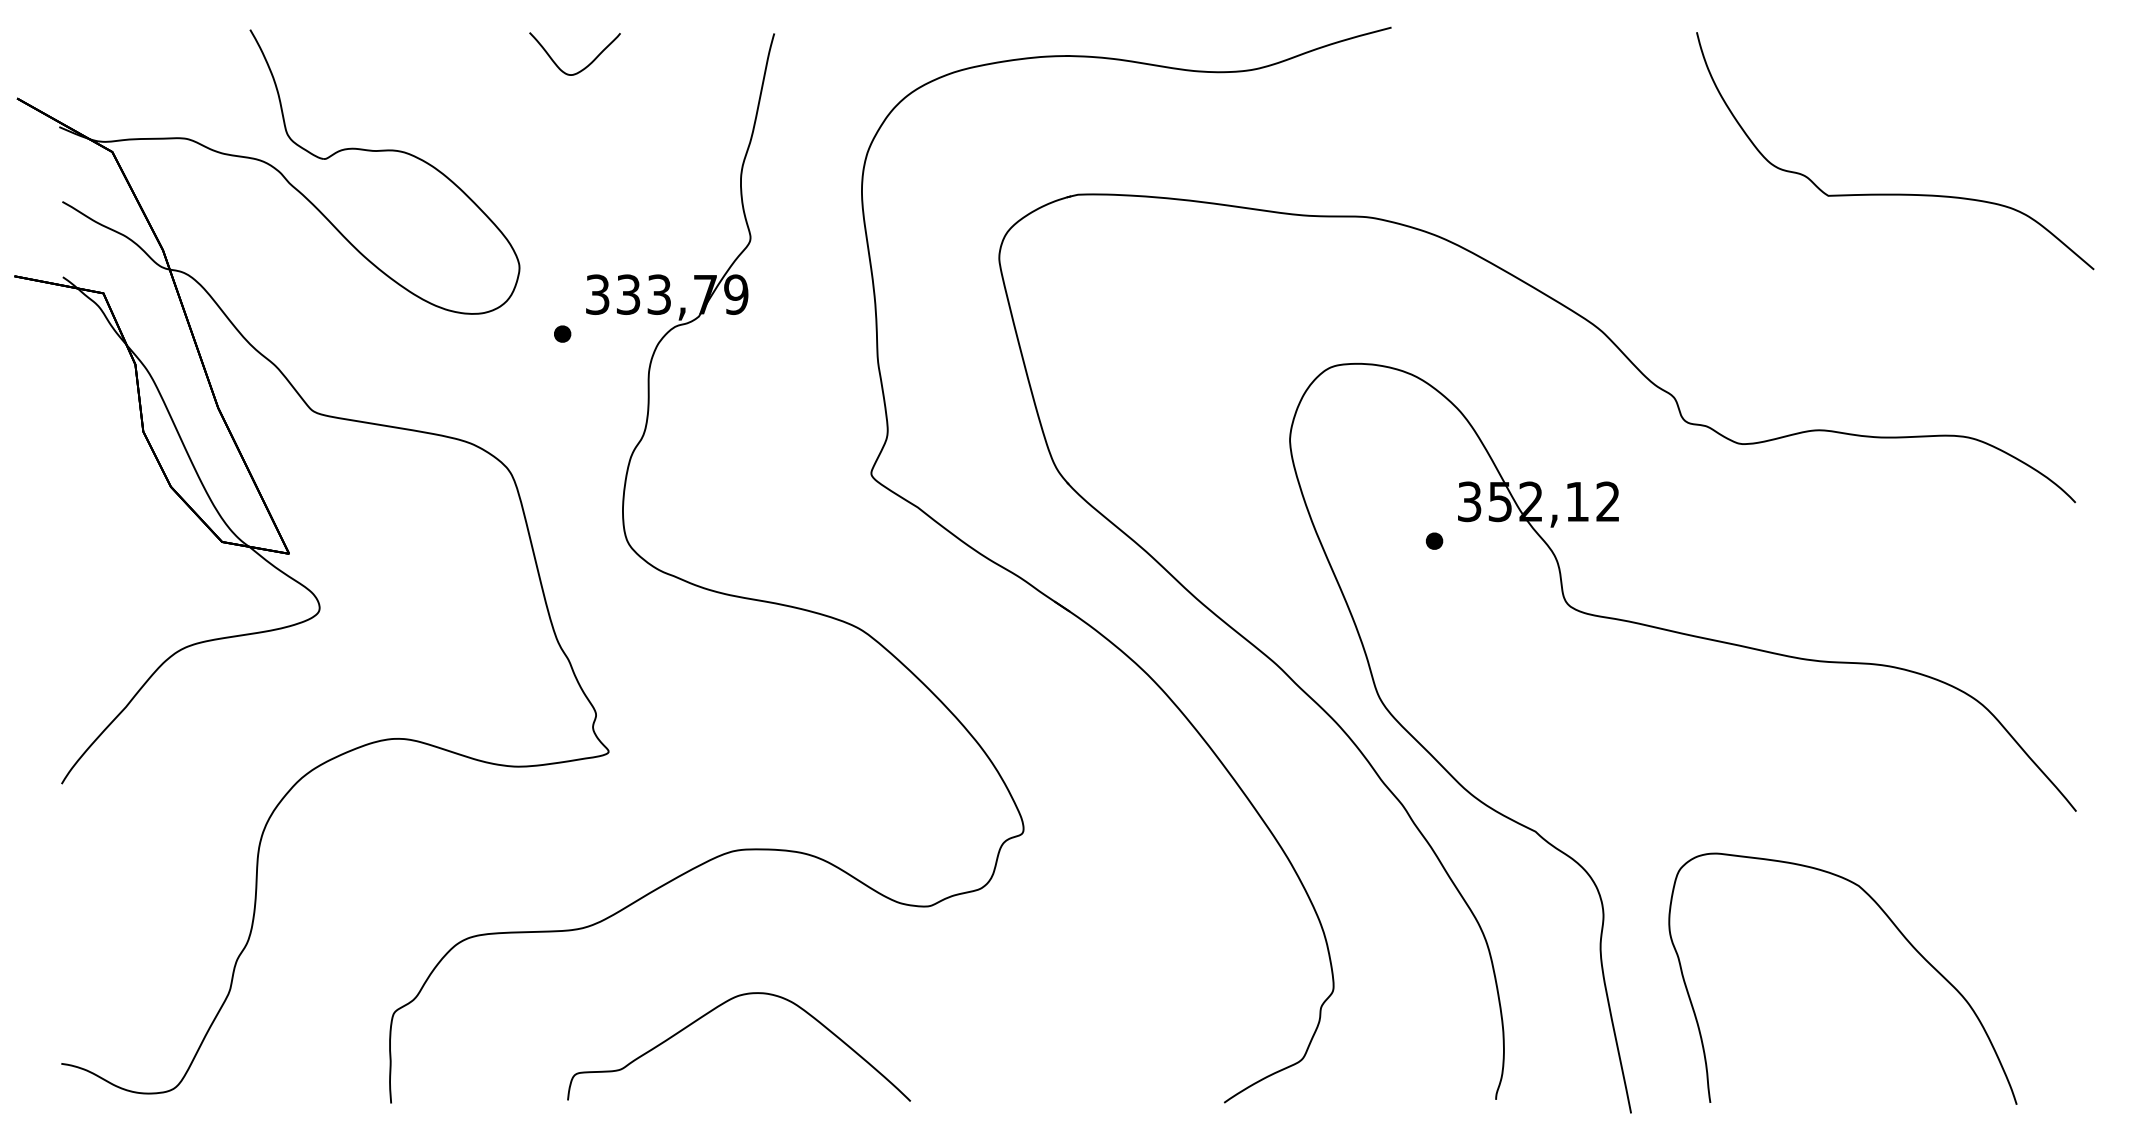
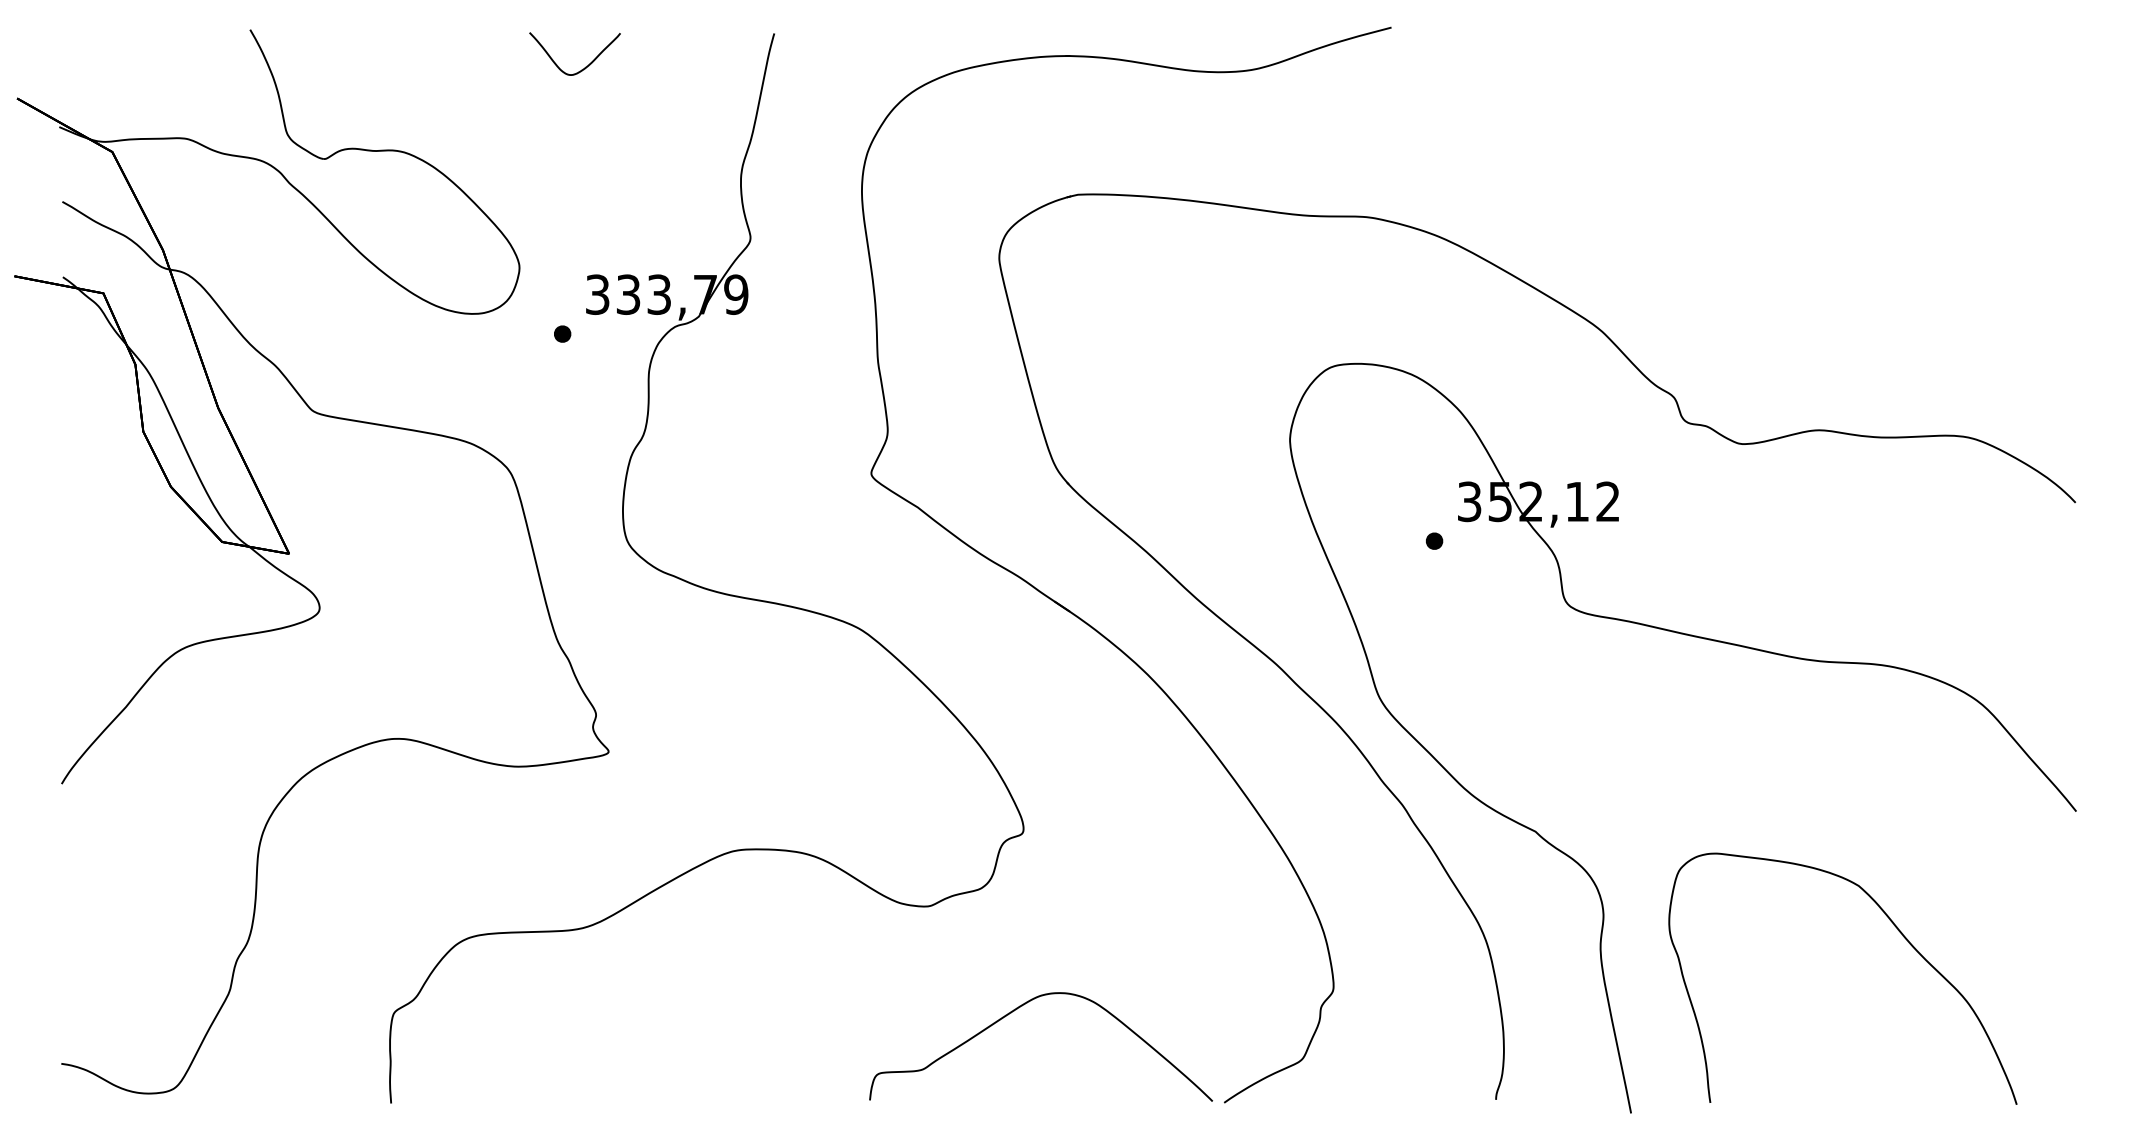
curve at (1895, 193): present -> none
curve at (715, 1009) position: (715, 1009) -> (1017, 1009)
